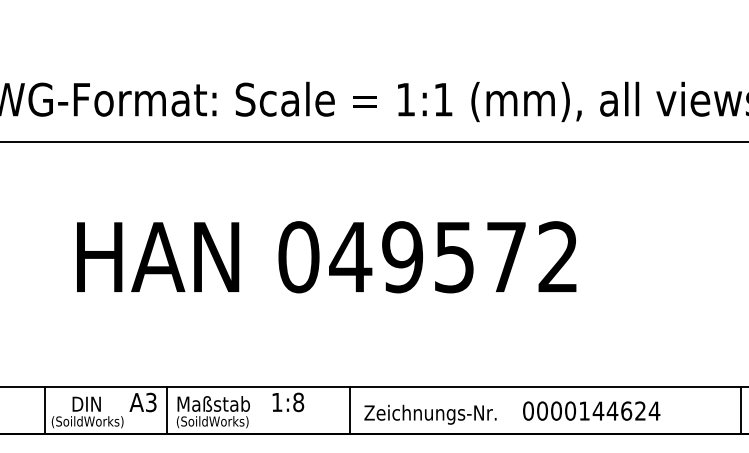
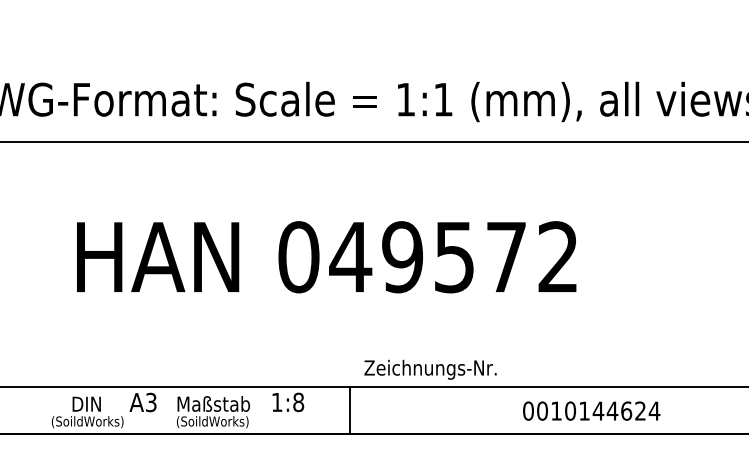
line at (44, 409): present -> none
line at (166, 409): present -> none
line at (740, 409): present -> none
text at (556, 410): 0000144624 -> 0010144624
text at (430, 414) position: (430, 414) -> (430, 369)
